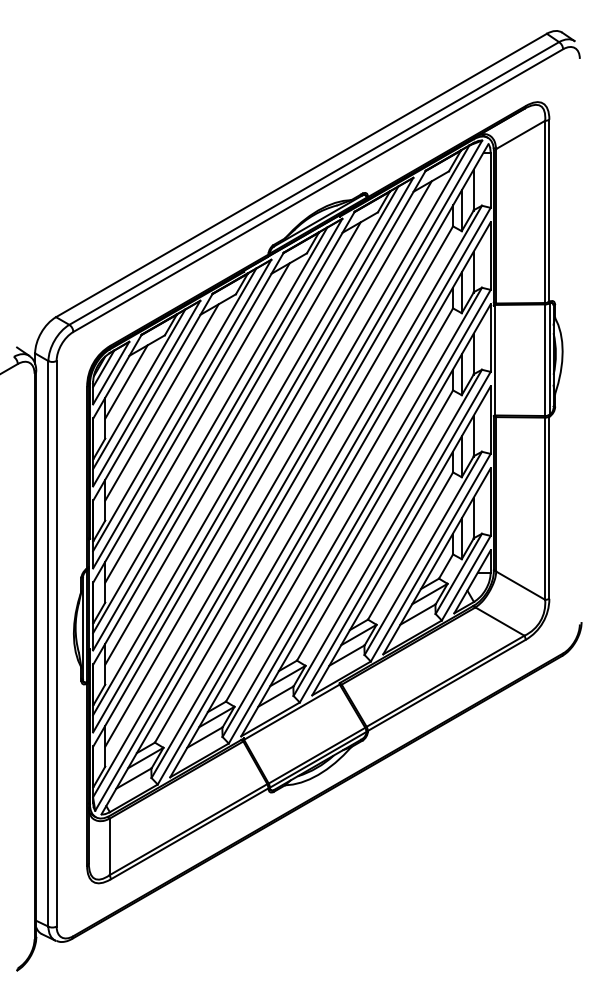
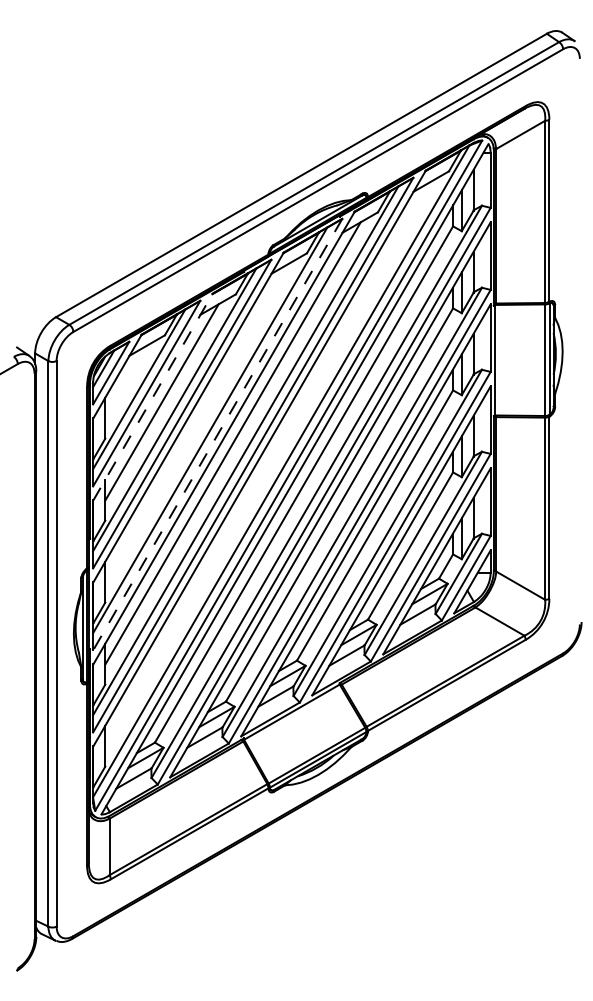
line at (126, 381): present -> none
line at (152, 397): solid -> dashed
line at (197, 422): present -> none
line at (217, 435): solid -> dashed
line at (268, 463): present -> none
